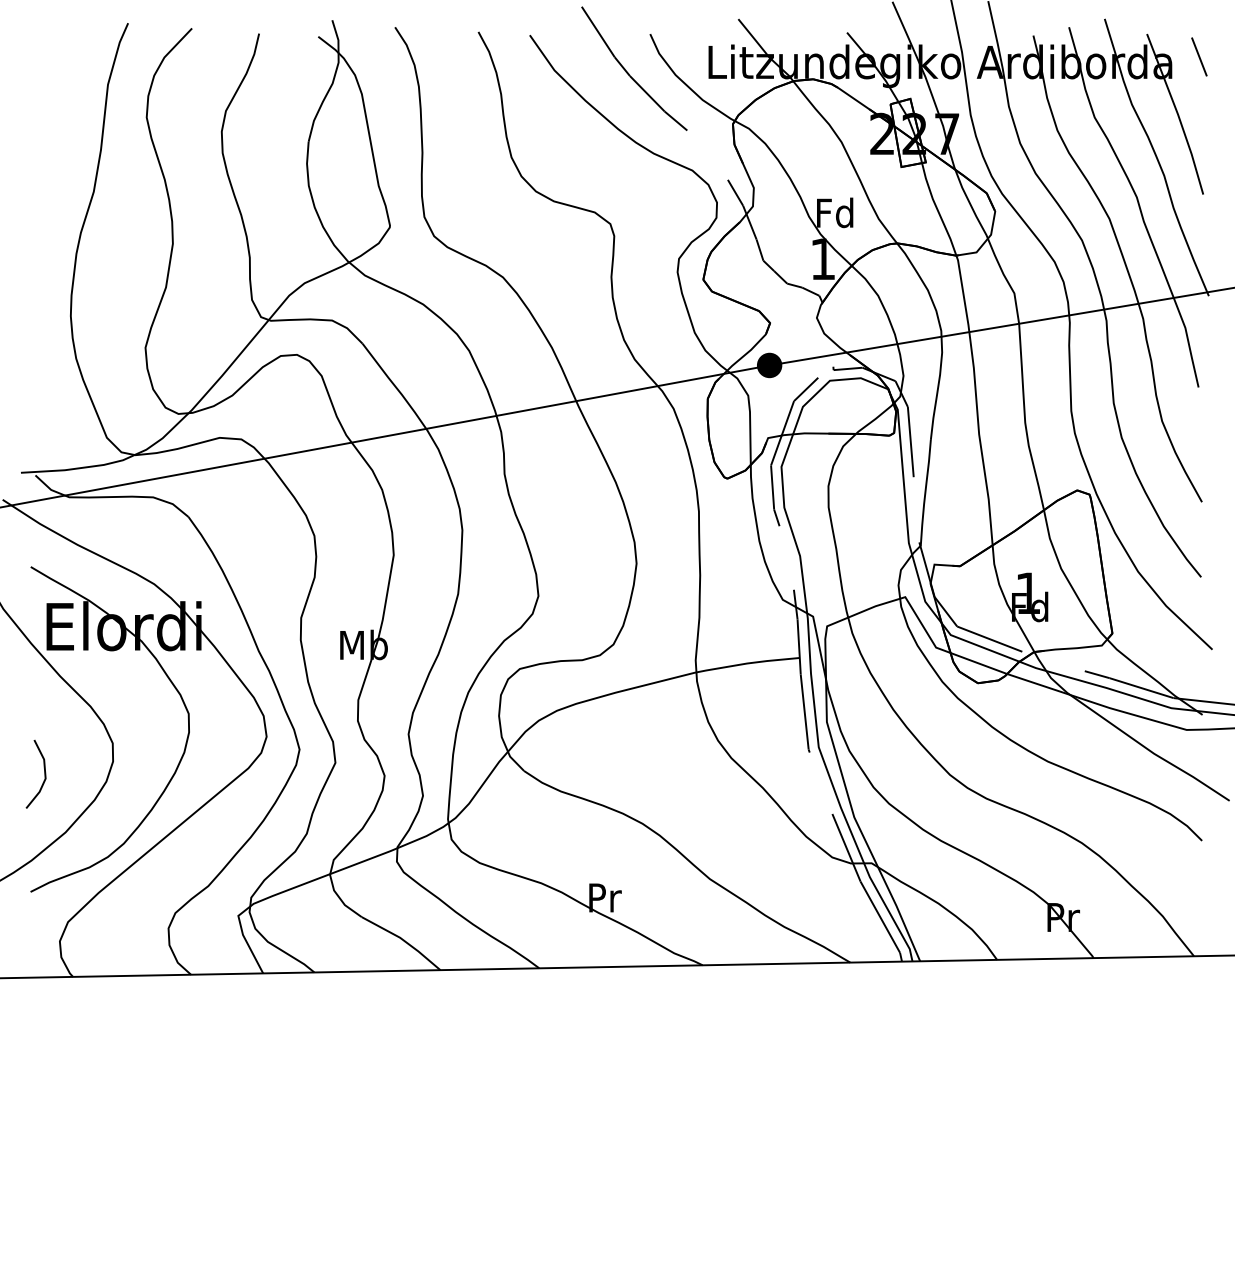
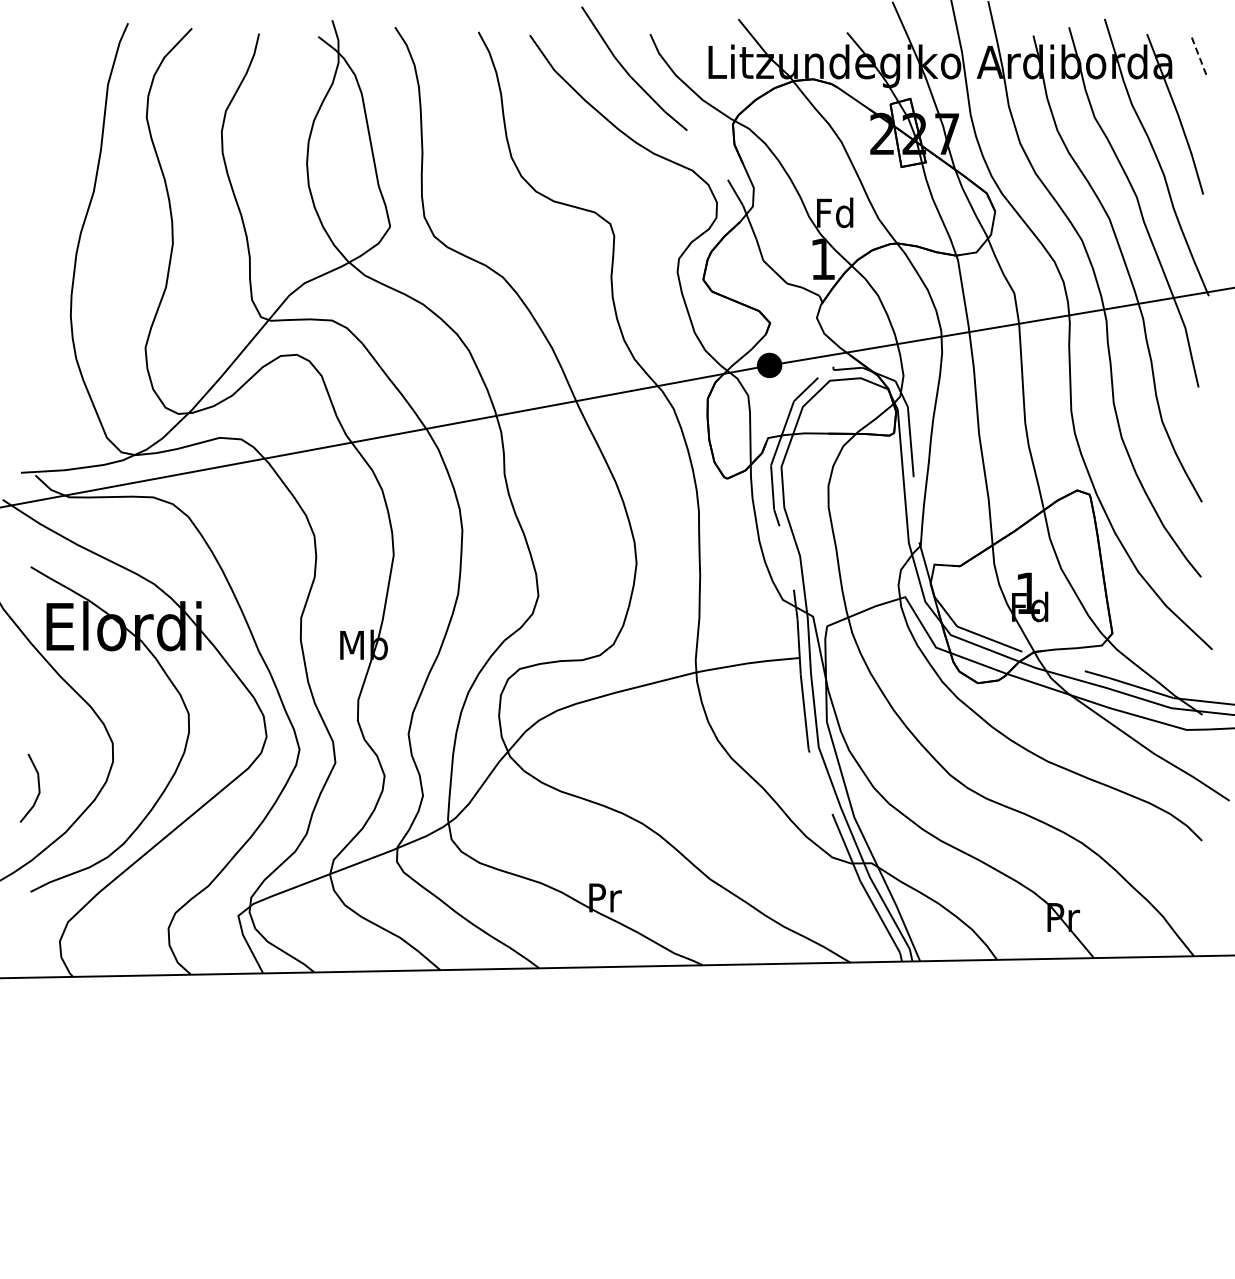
line at (1199, 56): solid -> dashed
line at (44, 774) position: (44, 774) -> (38, 788)
